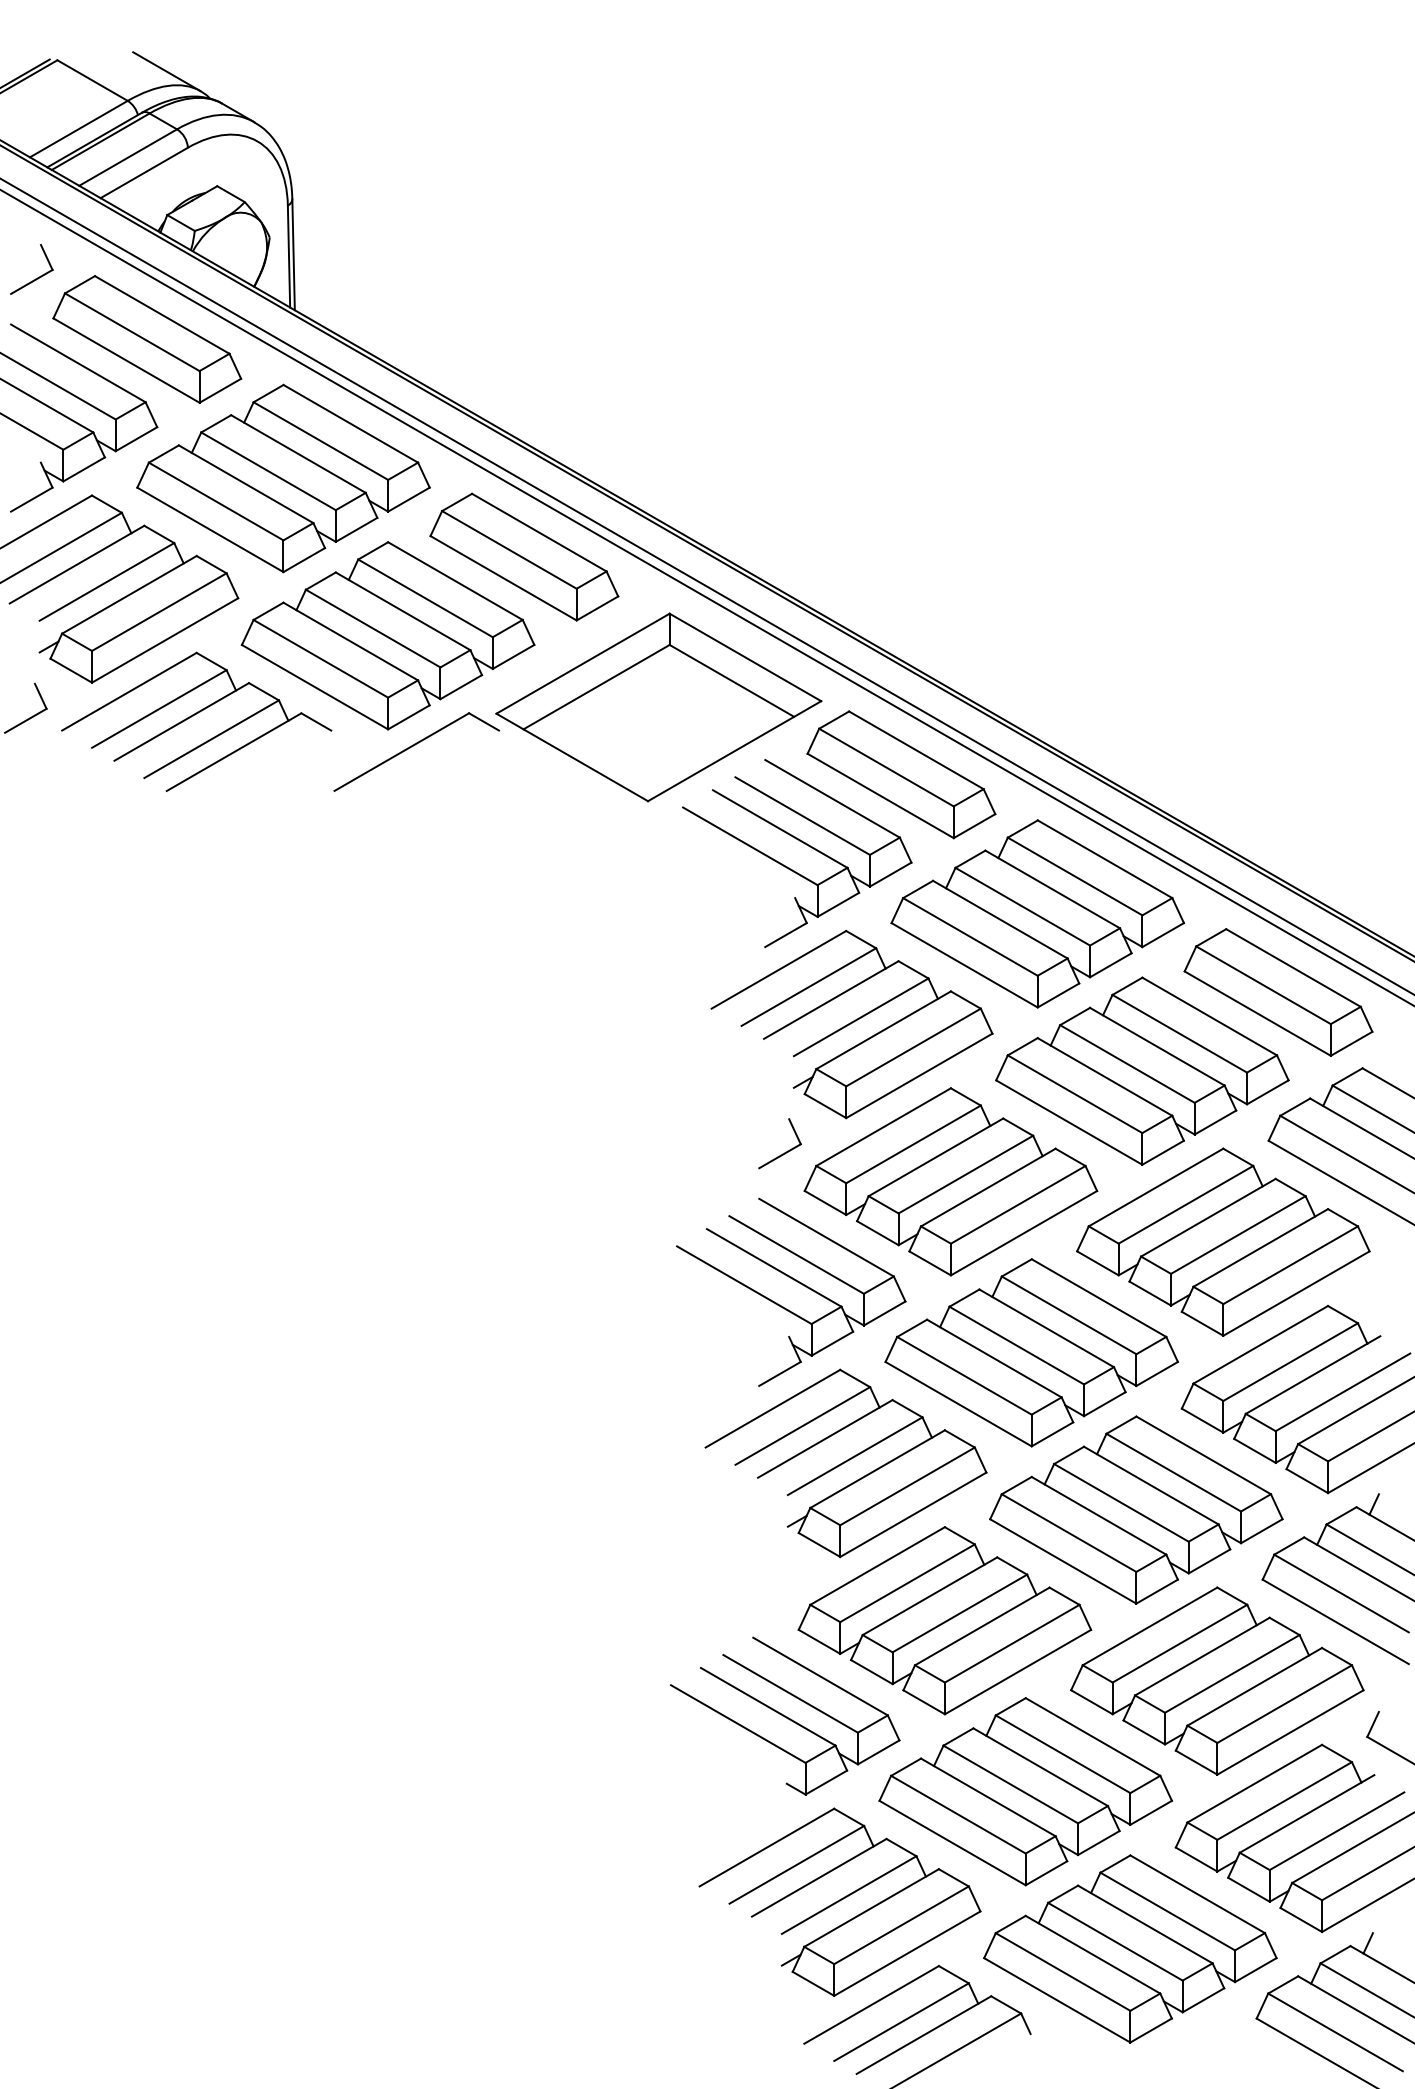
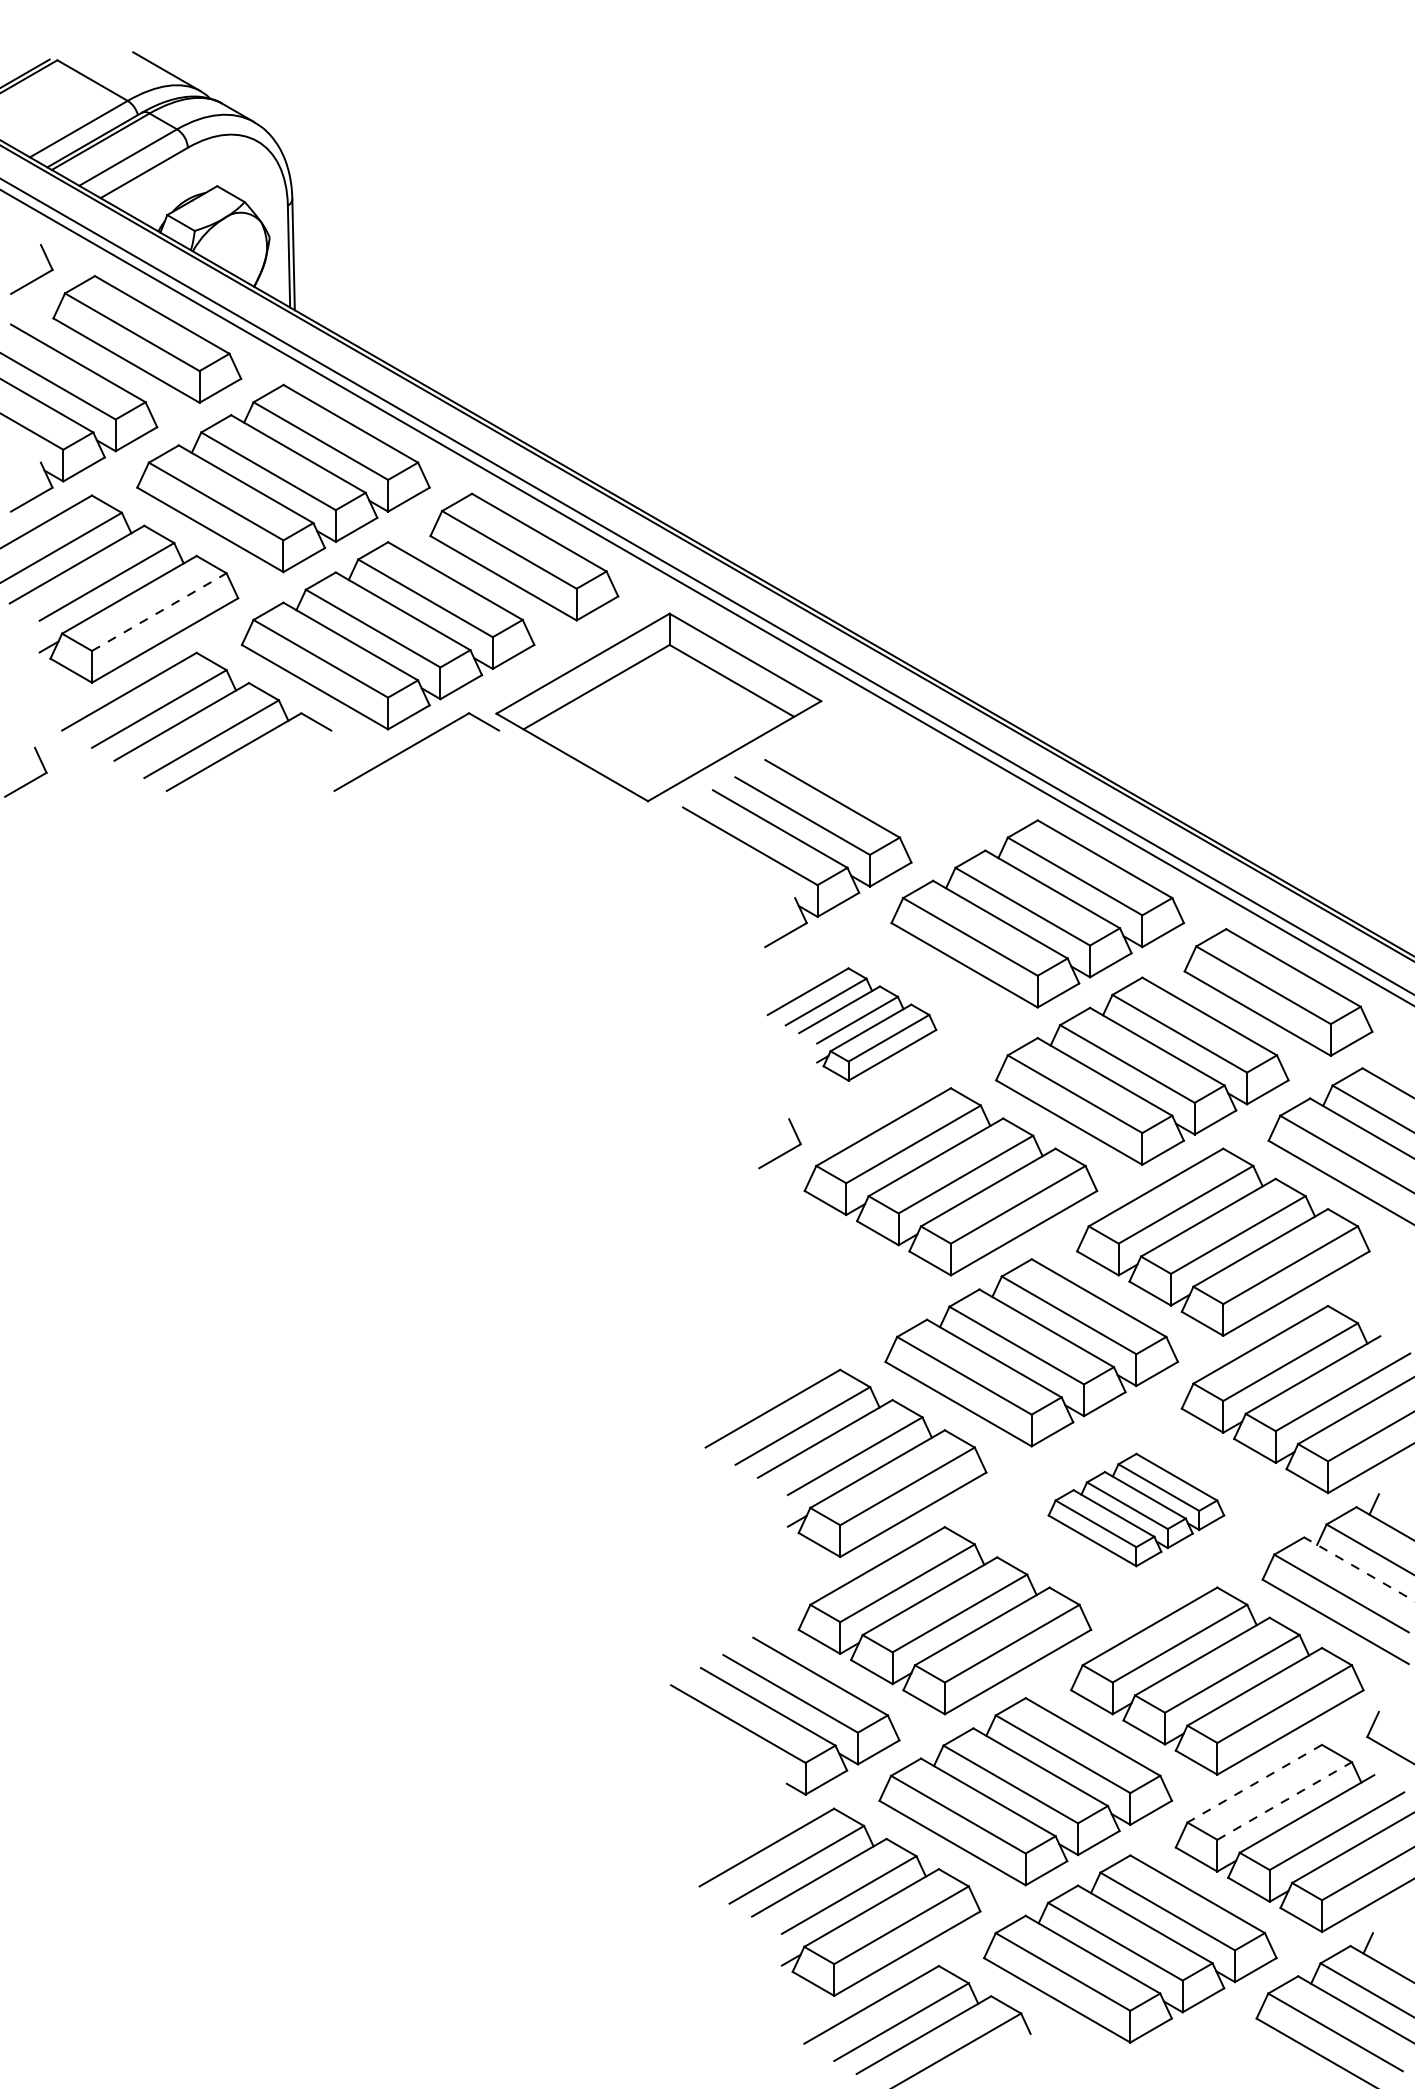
line at (159, 612): solid -> dashed
part at (32, 715) position: (32, 715) -> (32, 779)
part at (901, 774): present -> none
part at (851, 1024) size: 284x191 px -> 172x115 px
part at (795, 1281): present -> none
part at (1136, 1509) size: 295x190 px -> 179x116 px
line at (1359, 1569): solid -> dashed
line at (1254, 1783): solid -> dashed
line at (1284, 1801): solid -> dashed
